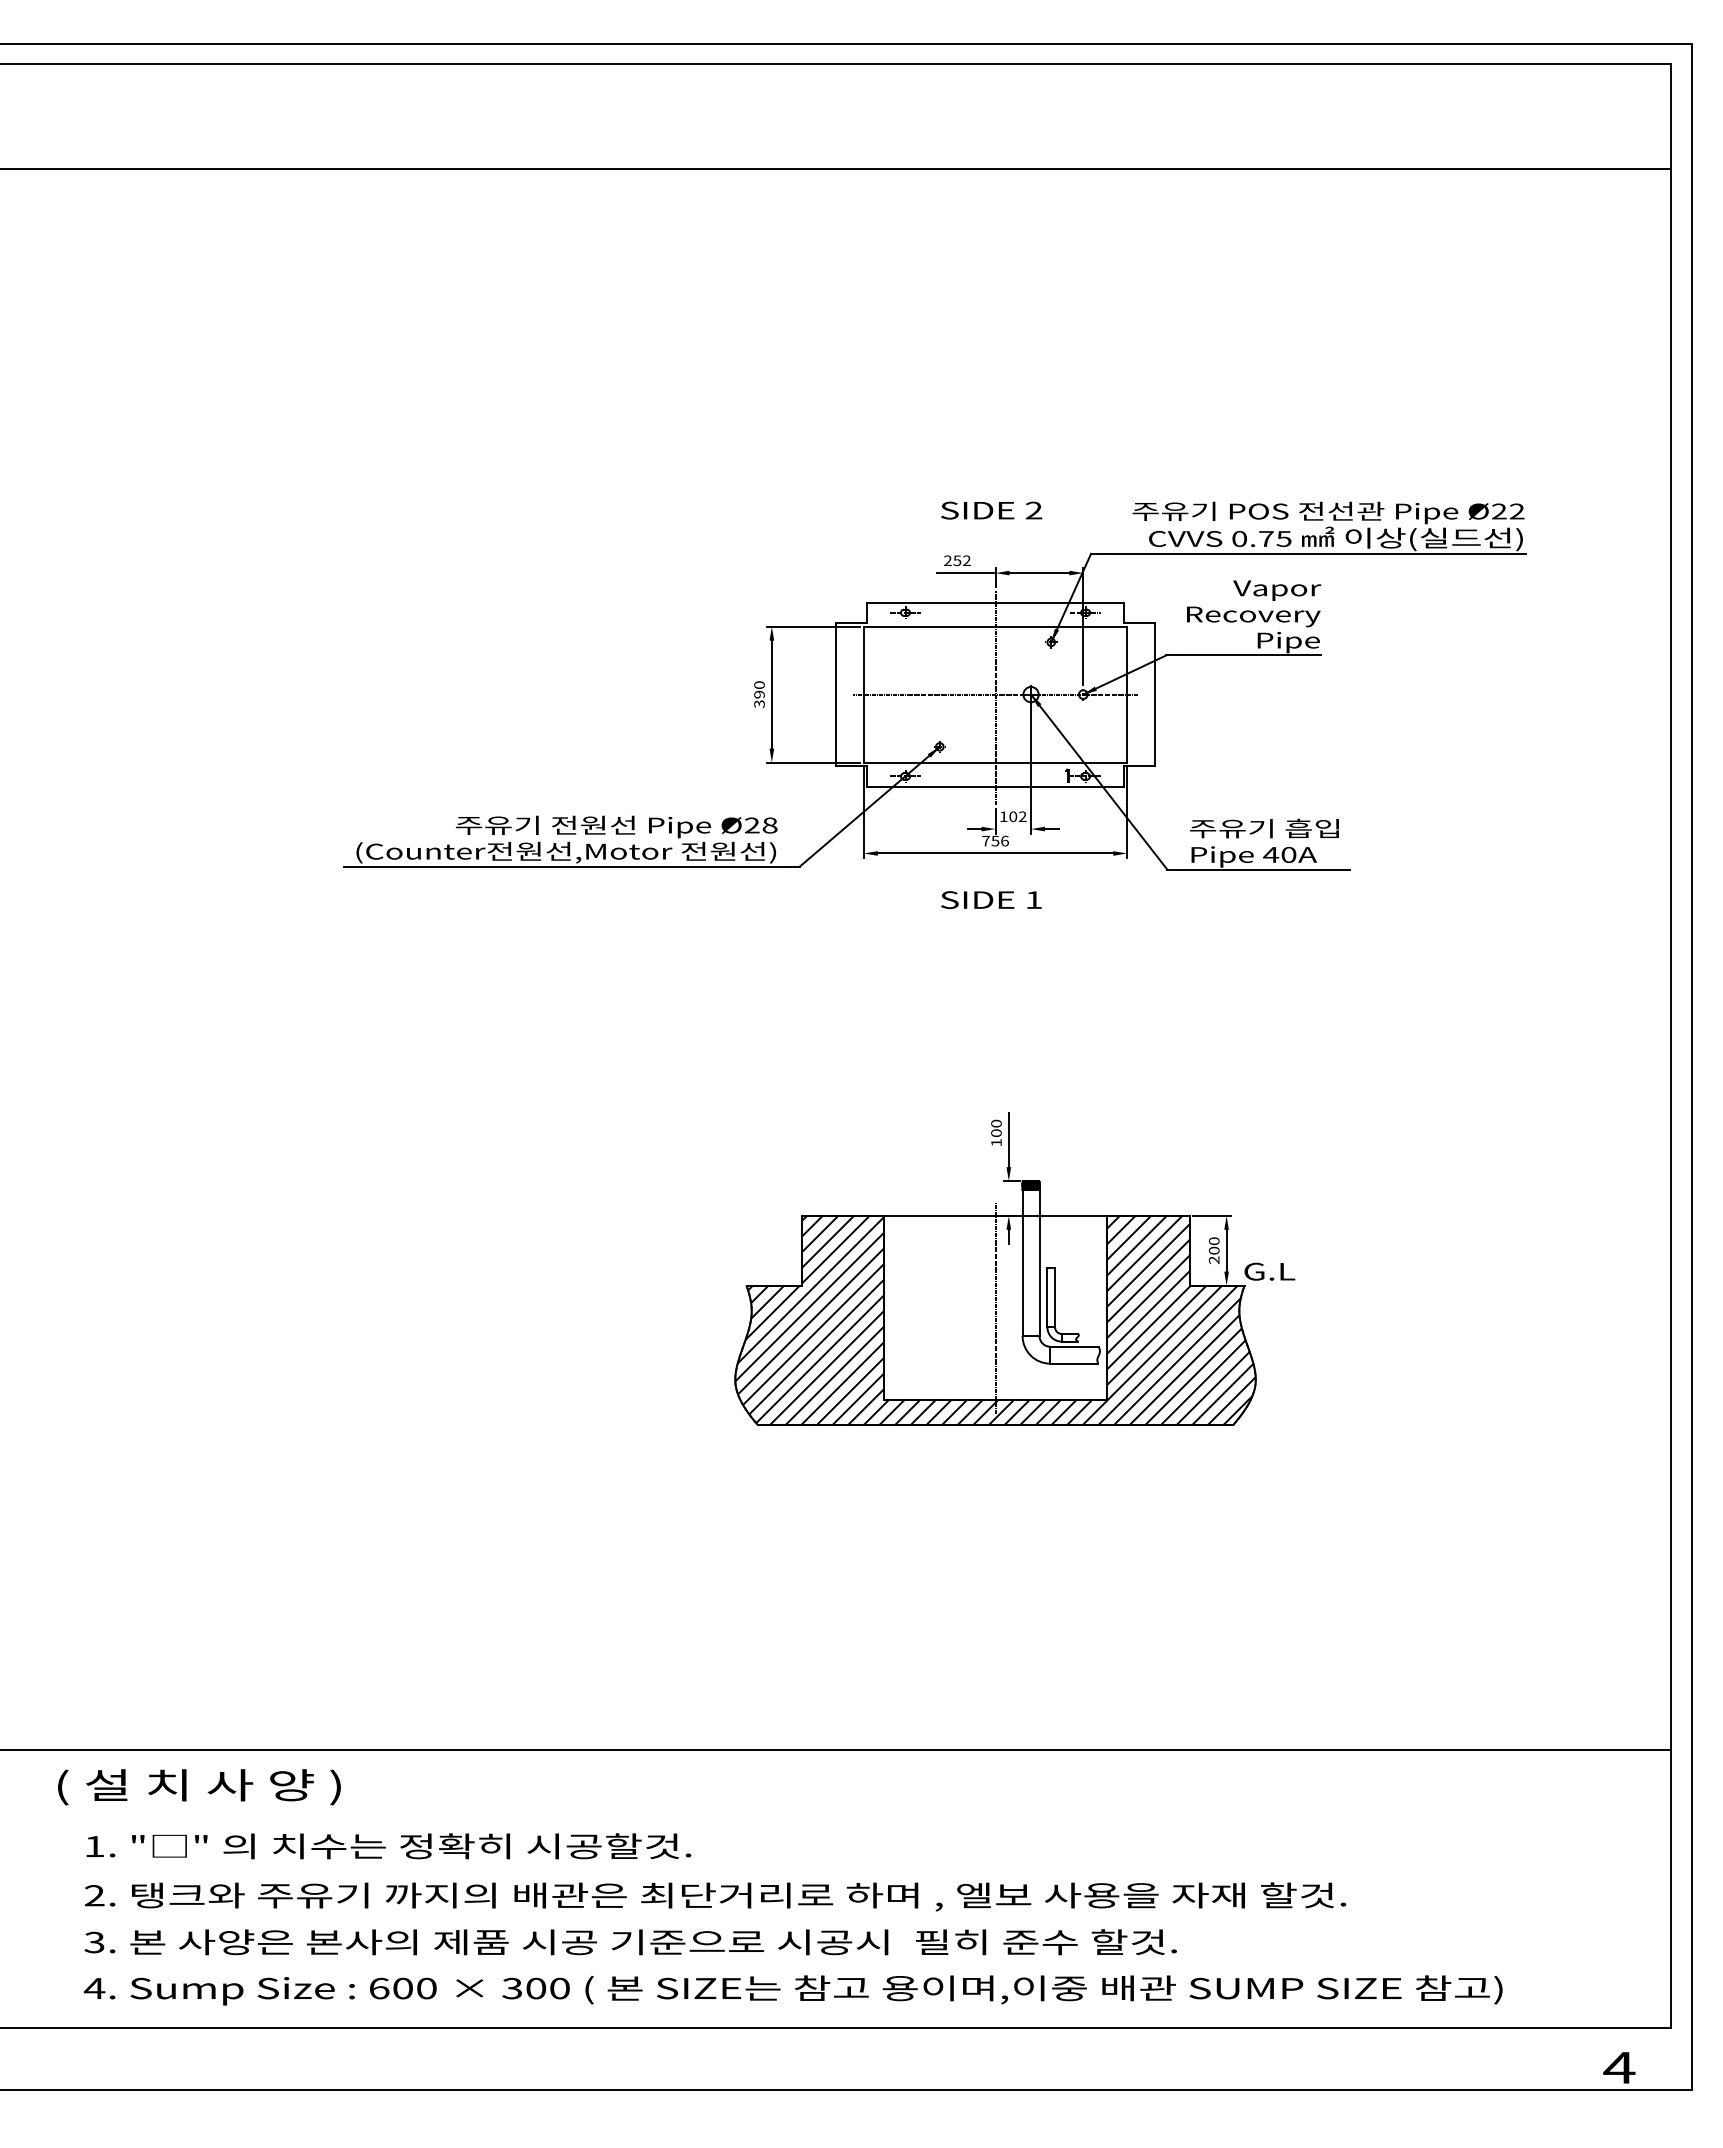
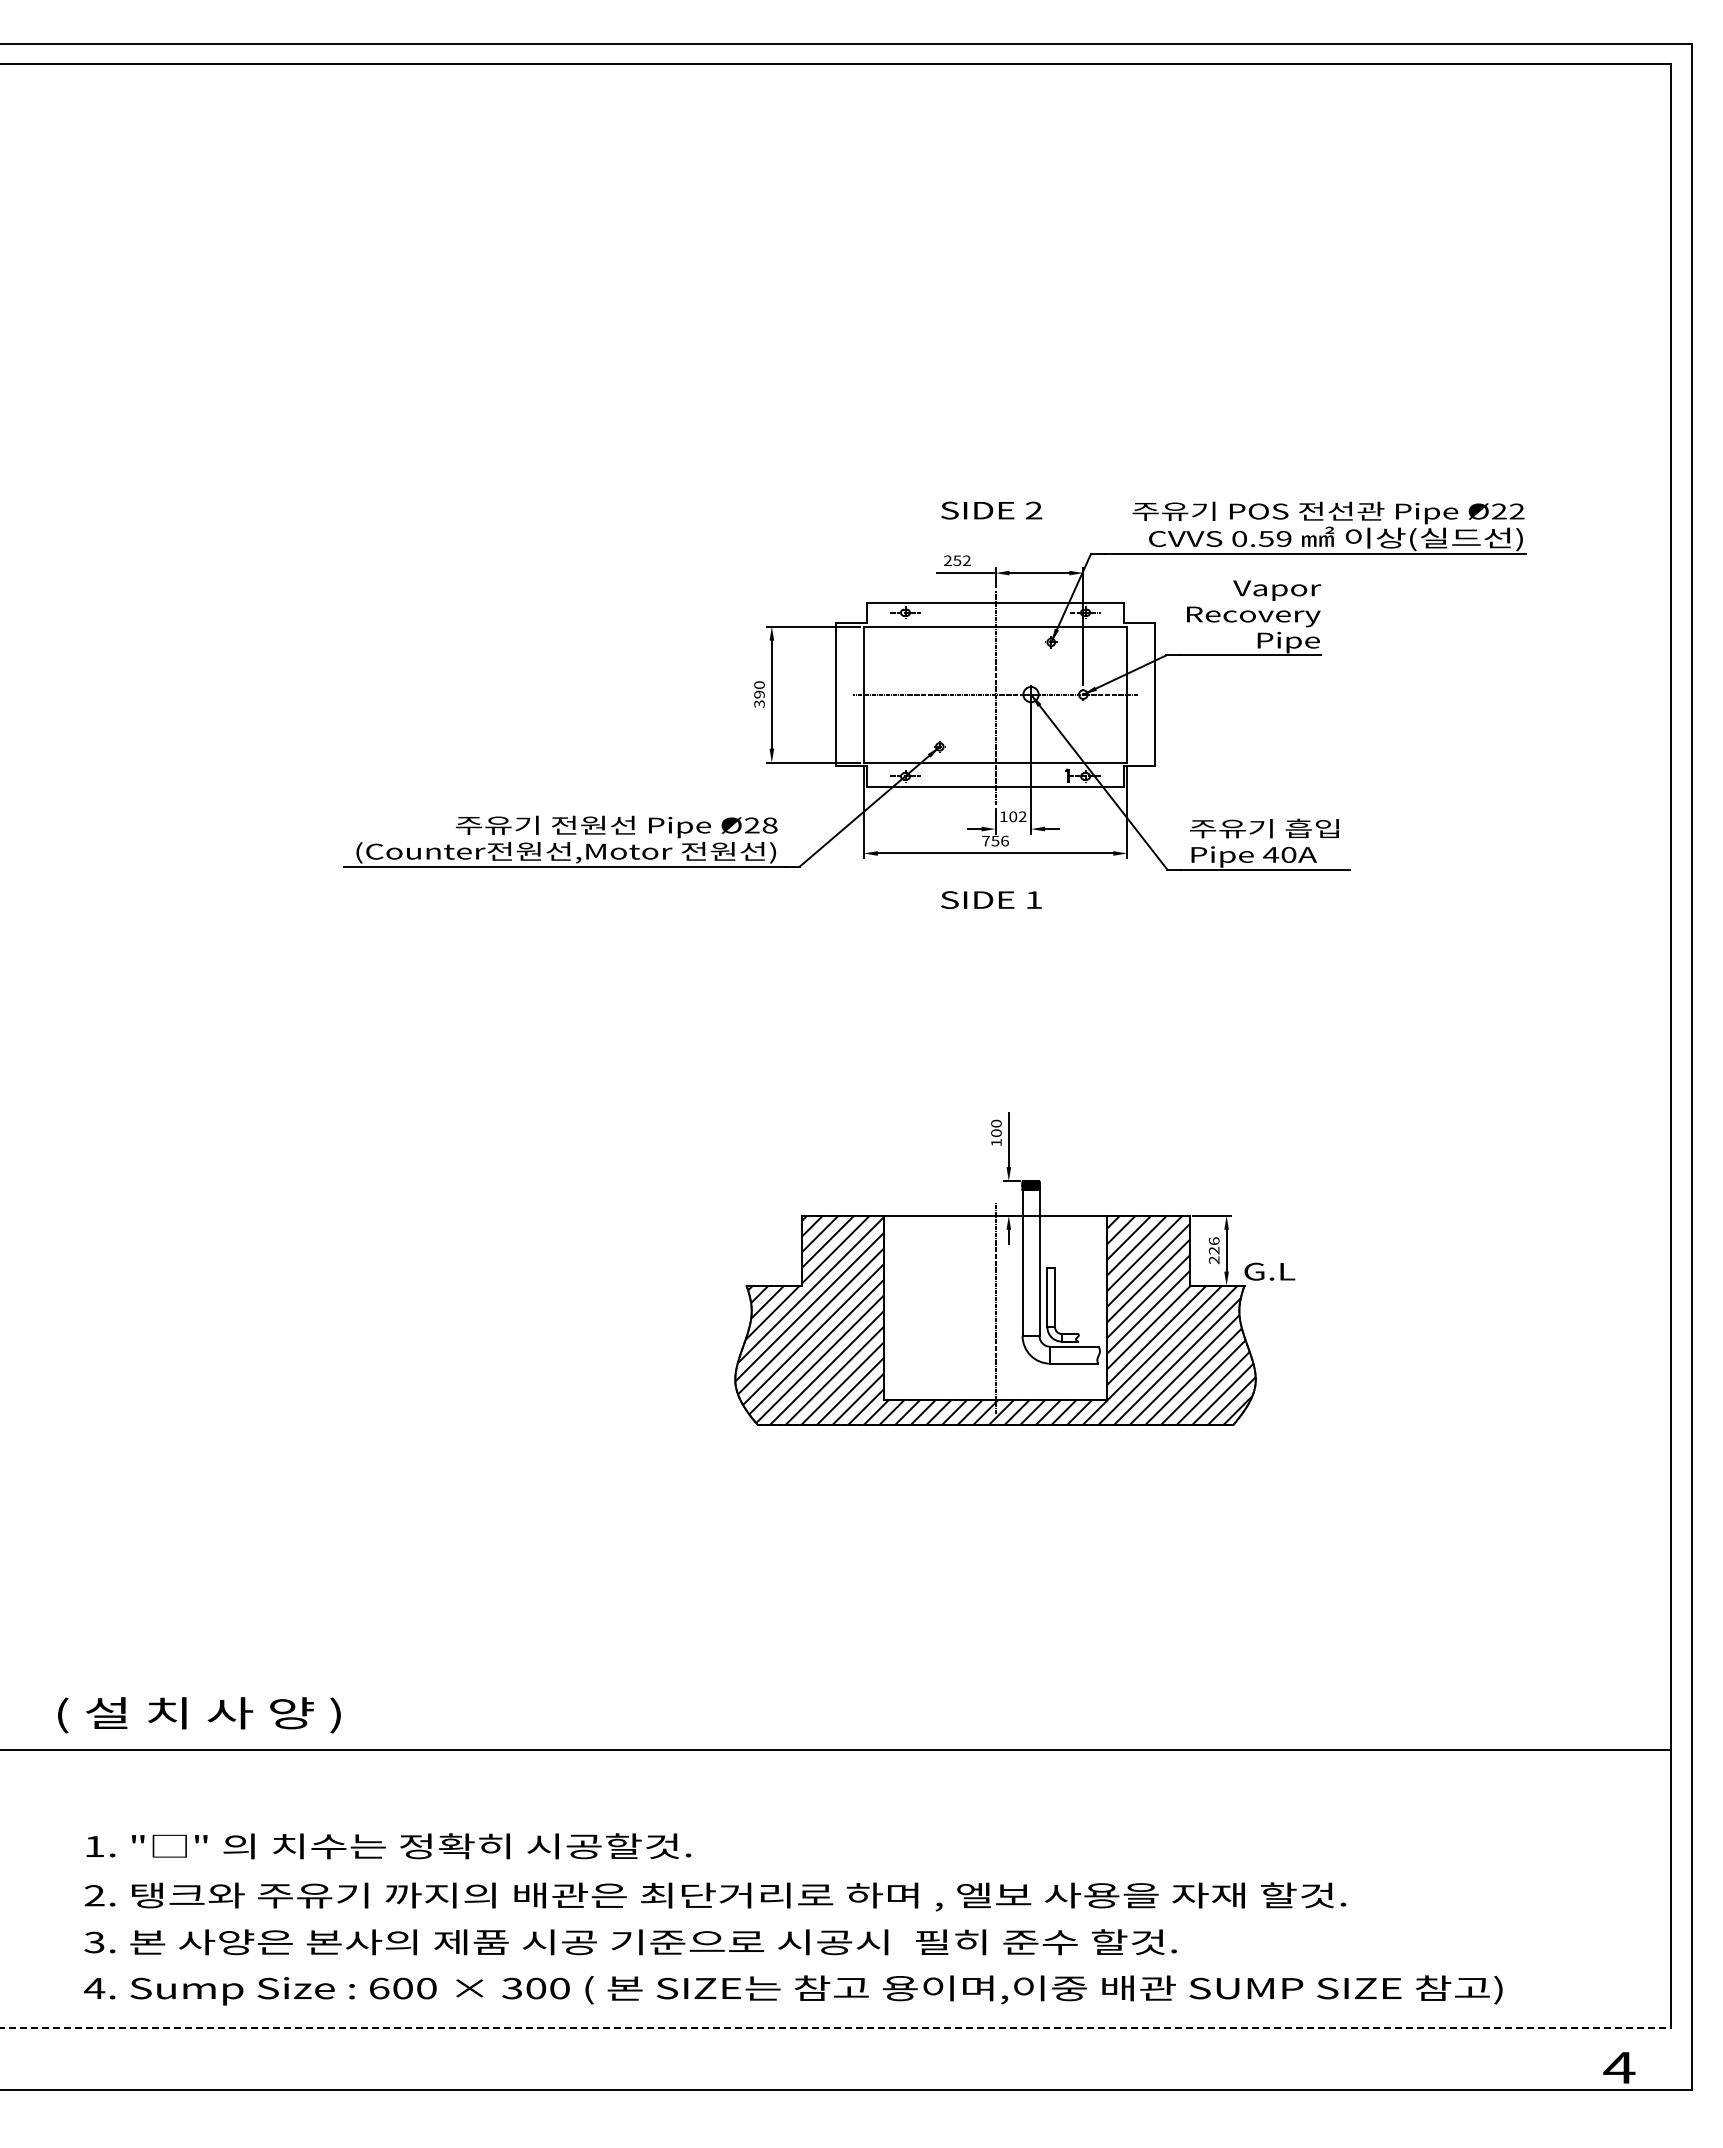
line at (836, 168): present -> none
text at (1274, 539): 0.75 -> 0.59
text at (1214, 1245): 200 -> 226
text at (199, 1787) position: (199, 1787) -> (199, 1715)
line at (836, 2027): solid -> dashed
